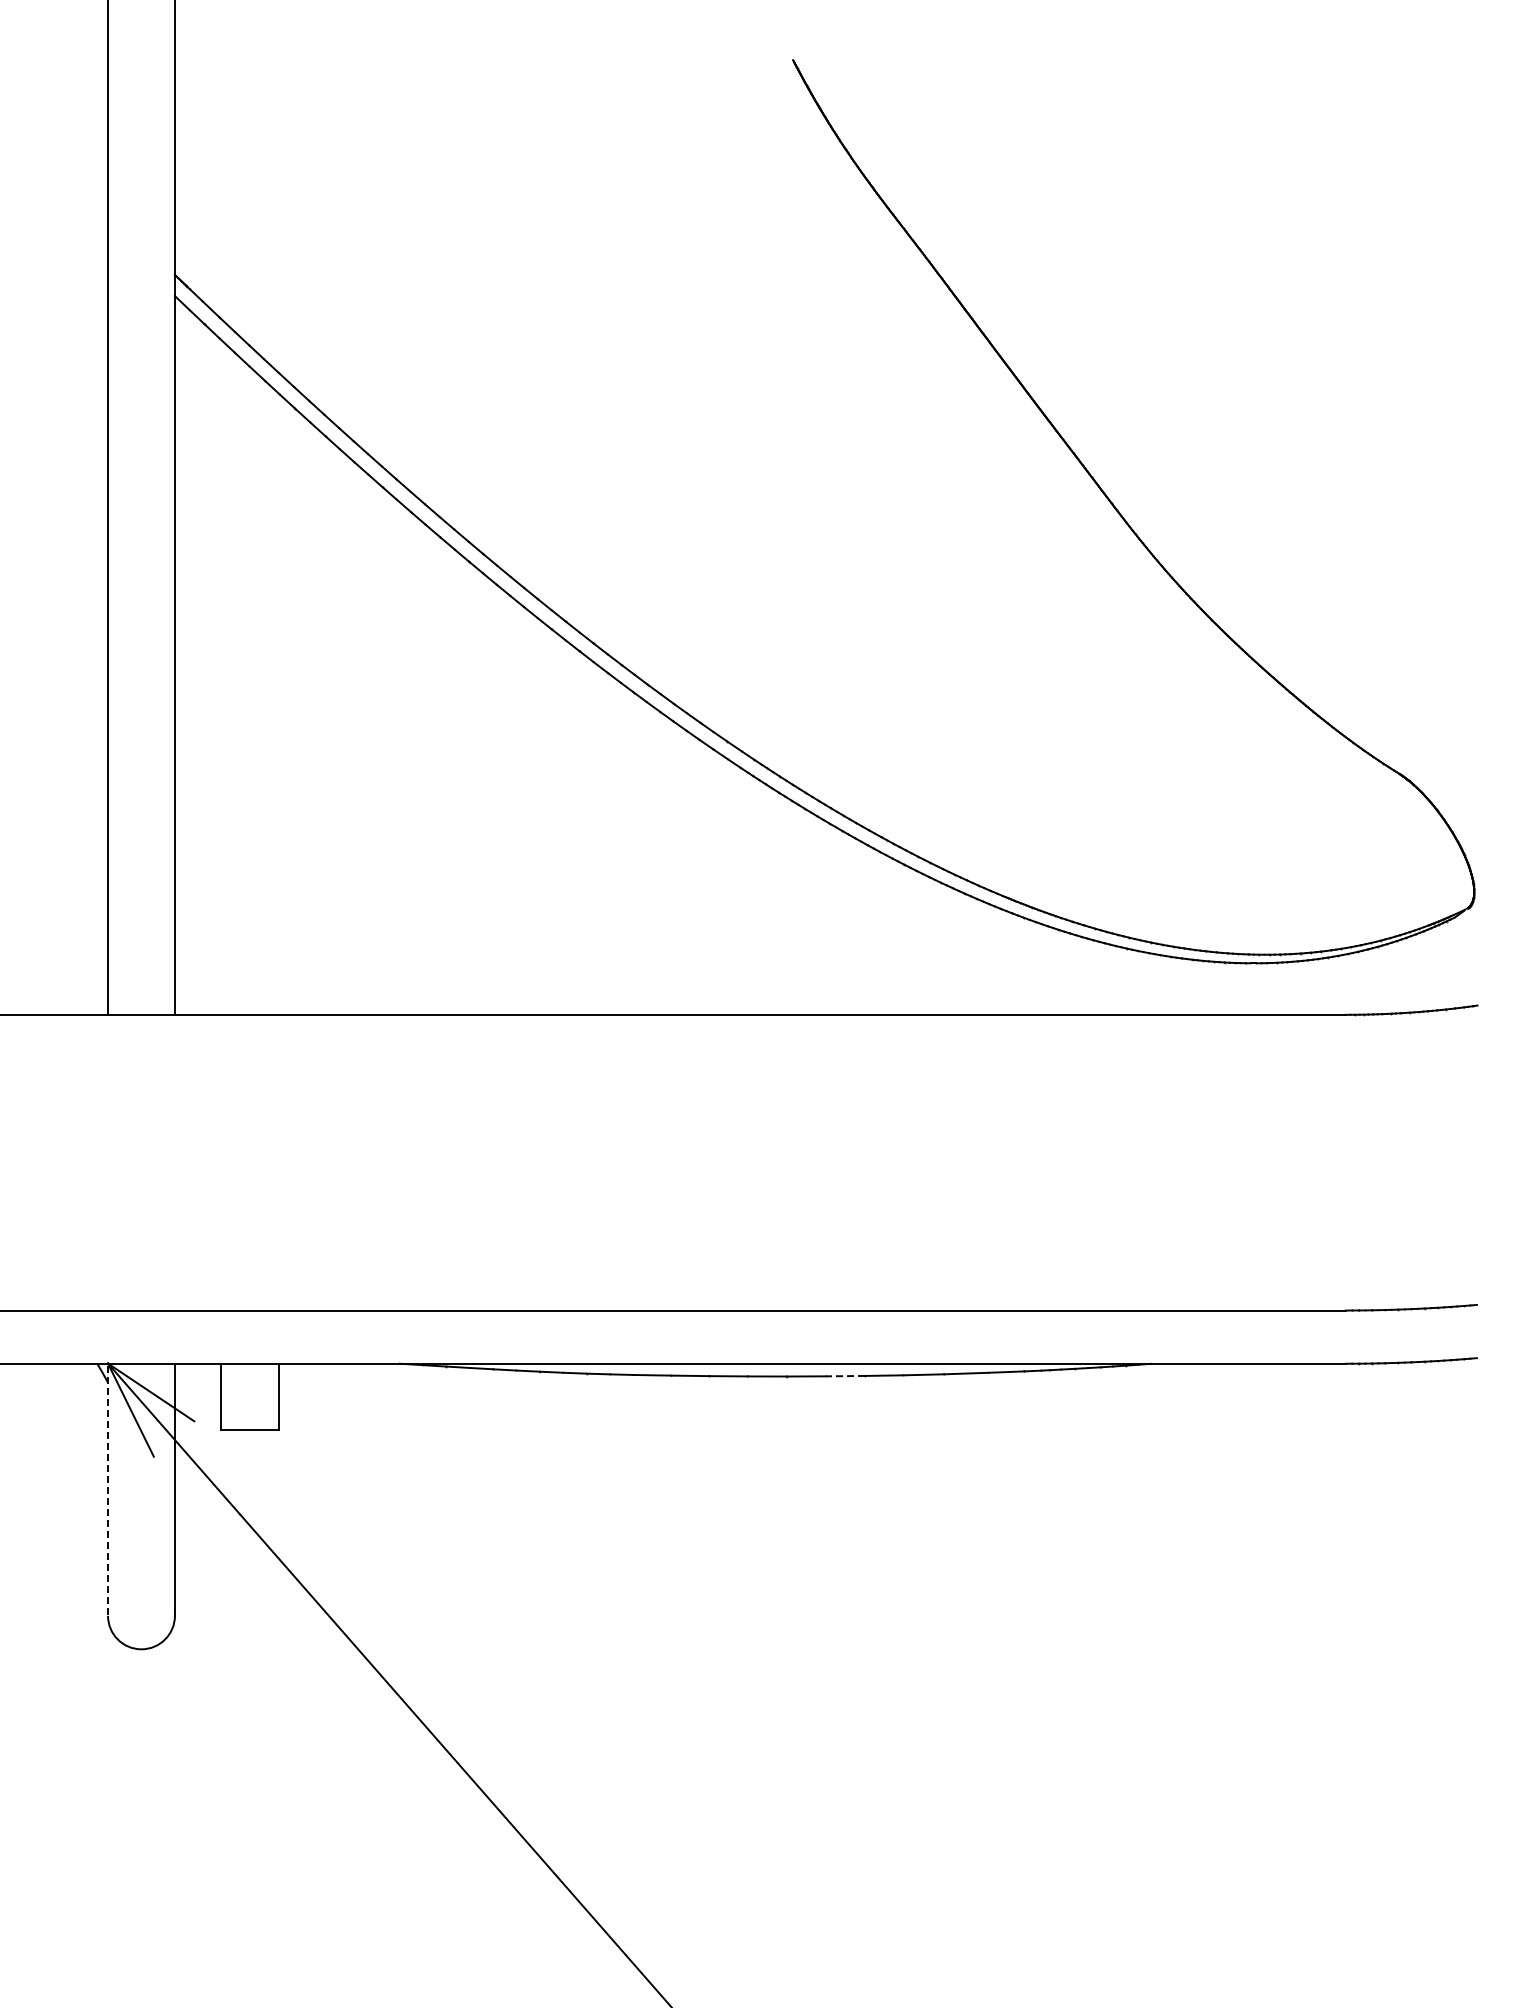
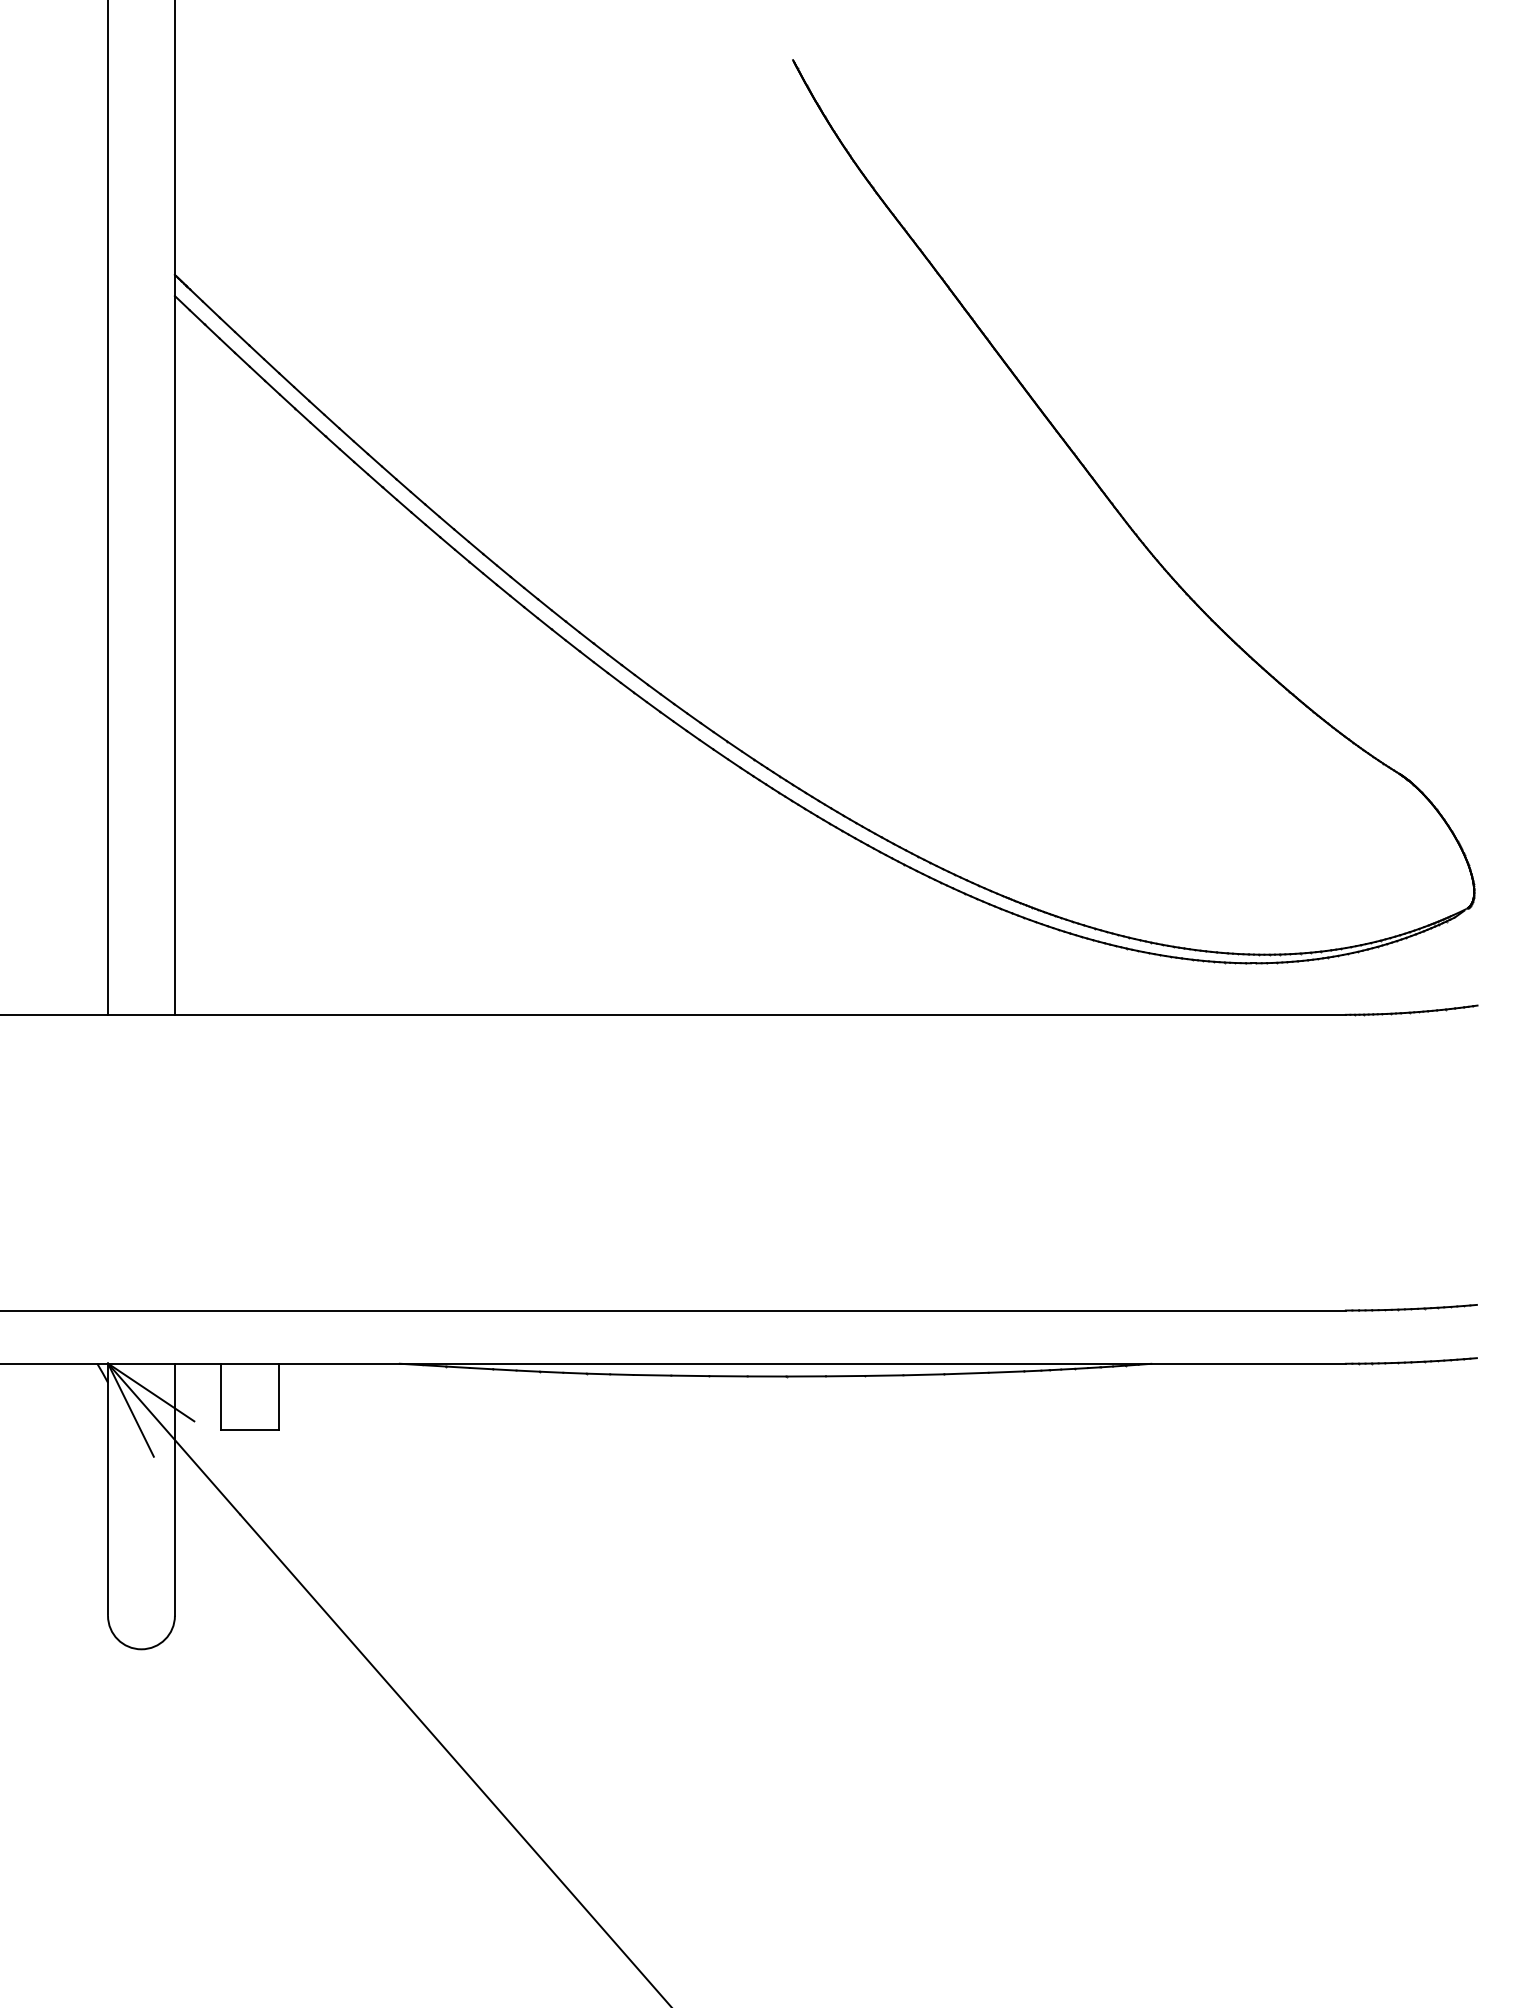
line at (845, 1376): dashed -> solid
line at (108, 1489): dashed -> solid
